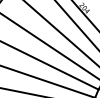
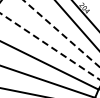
line at (61, 33): solid -> dashed
line at (50, 46): solid -> dashed
